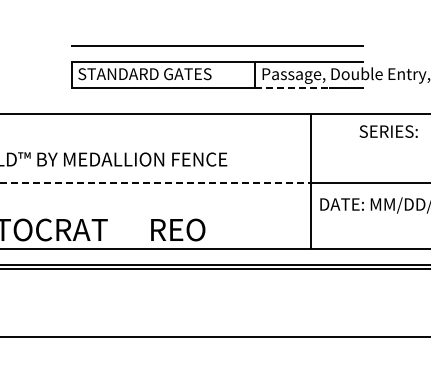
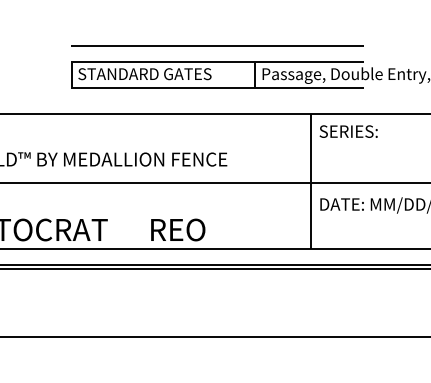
line at (292, 87): dashed -> solid
text at (388, 131) position: (388, 131) -> (348, 131)
line at (156, 182): dashed -> solid
